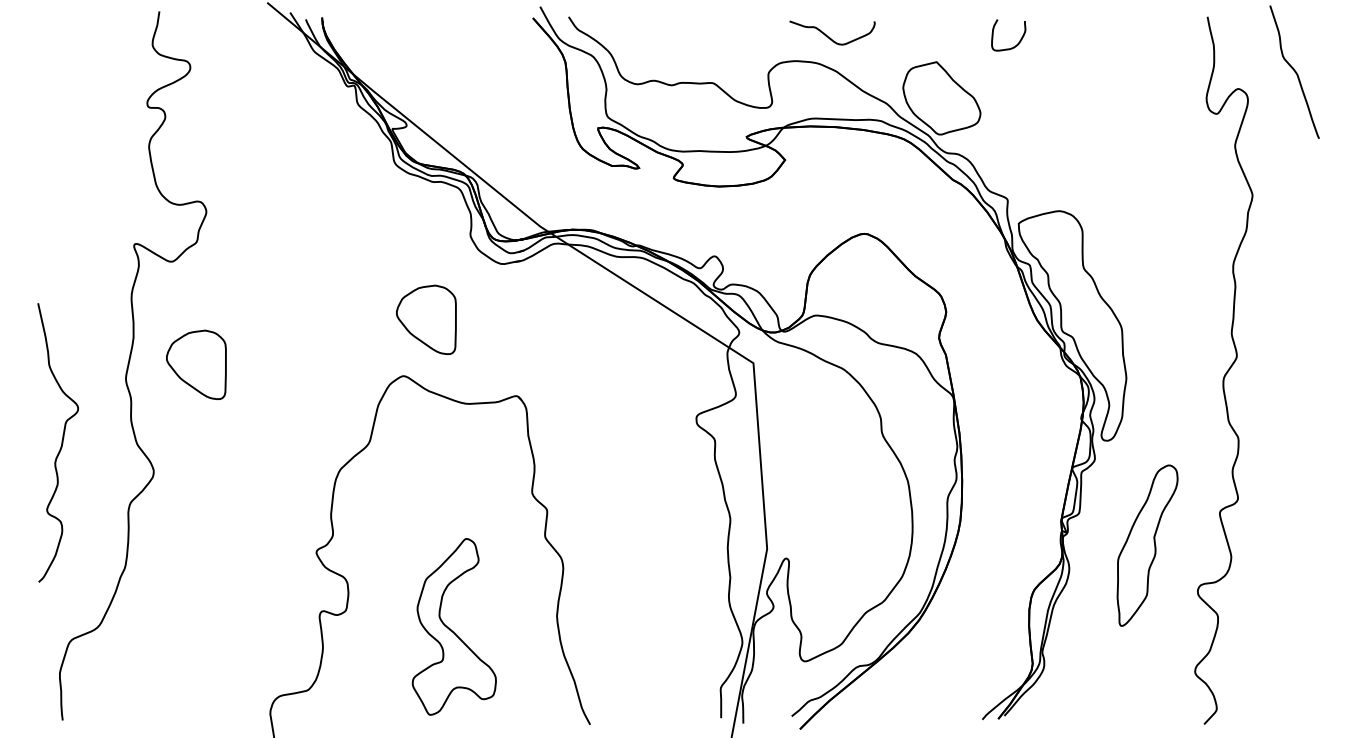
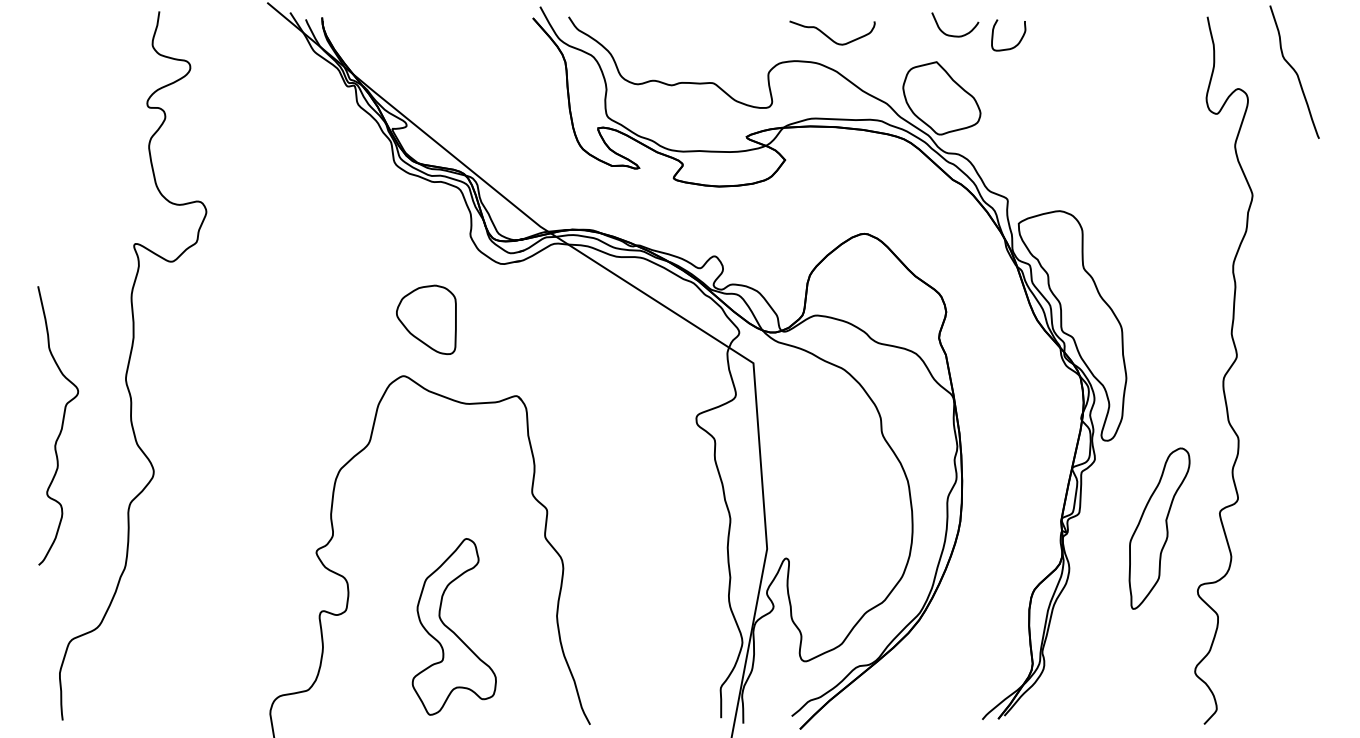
curve at (955, 35): none -> present
part at (196, 364): present -> none
curve at (61, 442) position: (61, 442) -> (61, 425)
part at (1147, 545) position: (1147, 545) -> (1159, 528)
